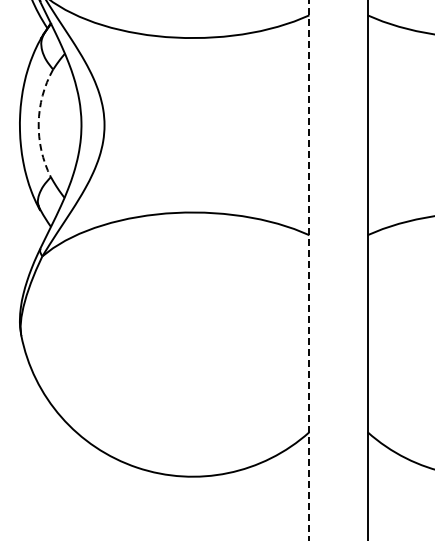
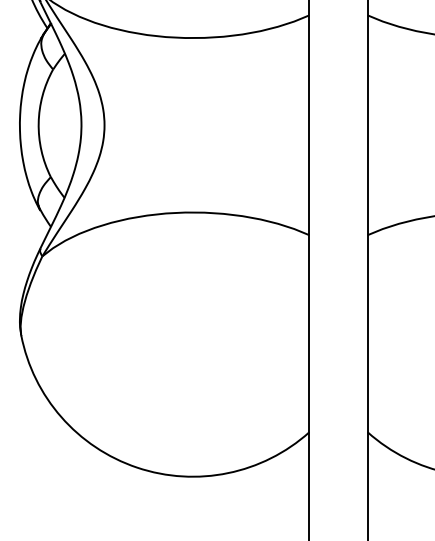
arc at (38, 123): dashed -> solid
line at (309, 270): dashed -> solid
